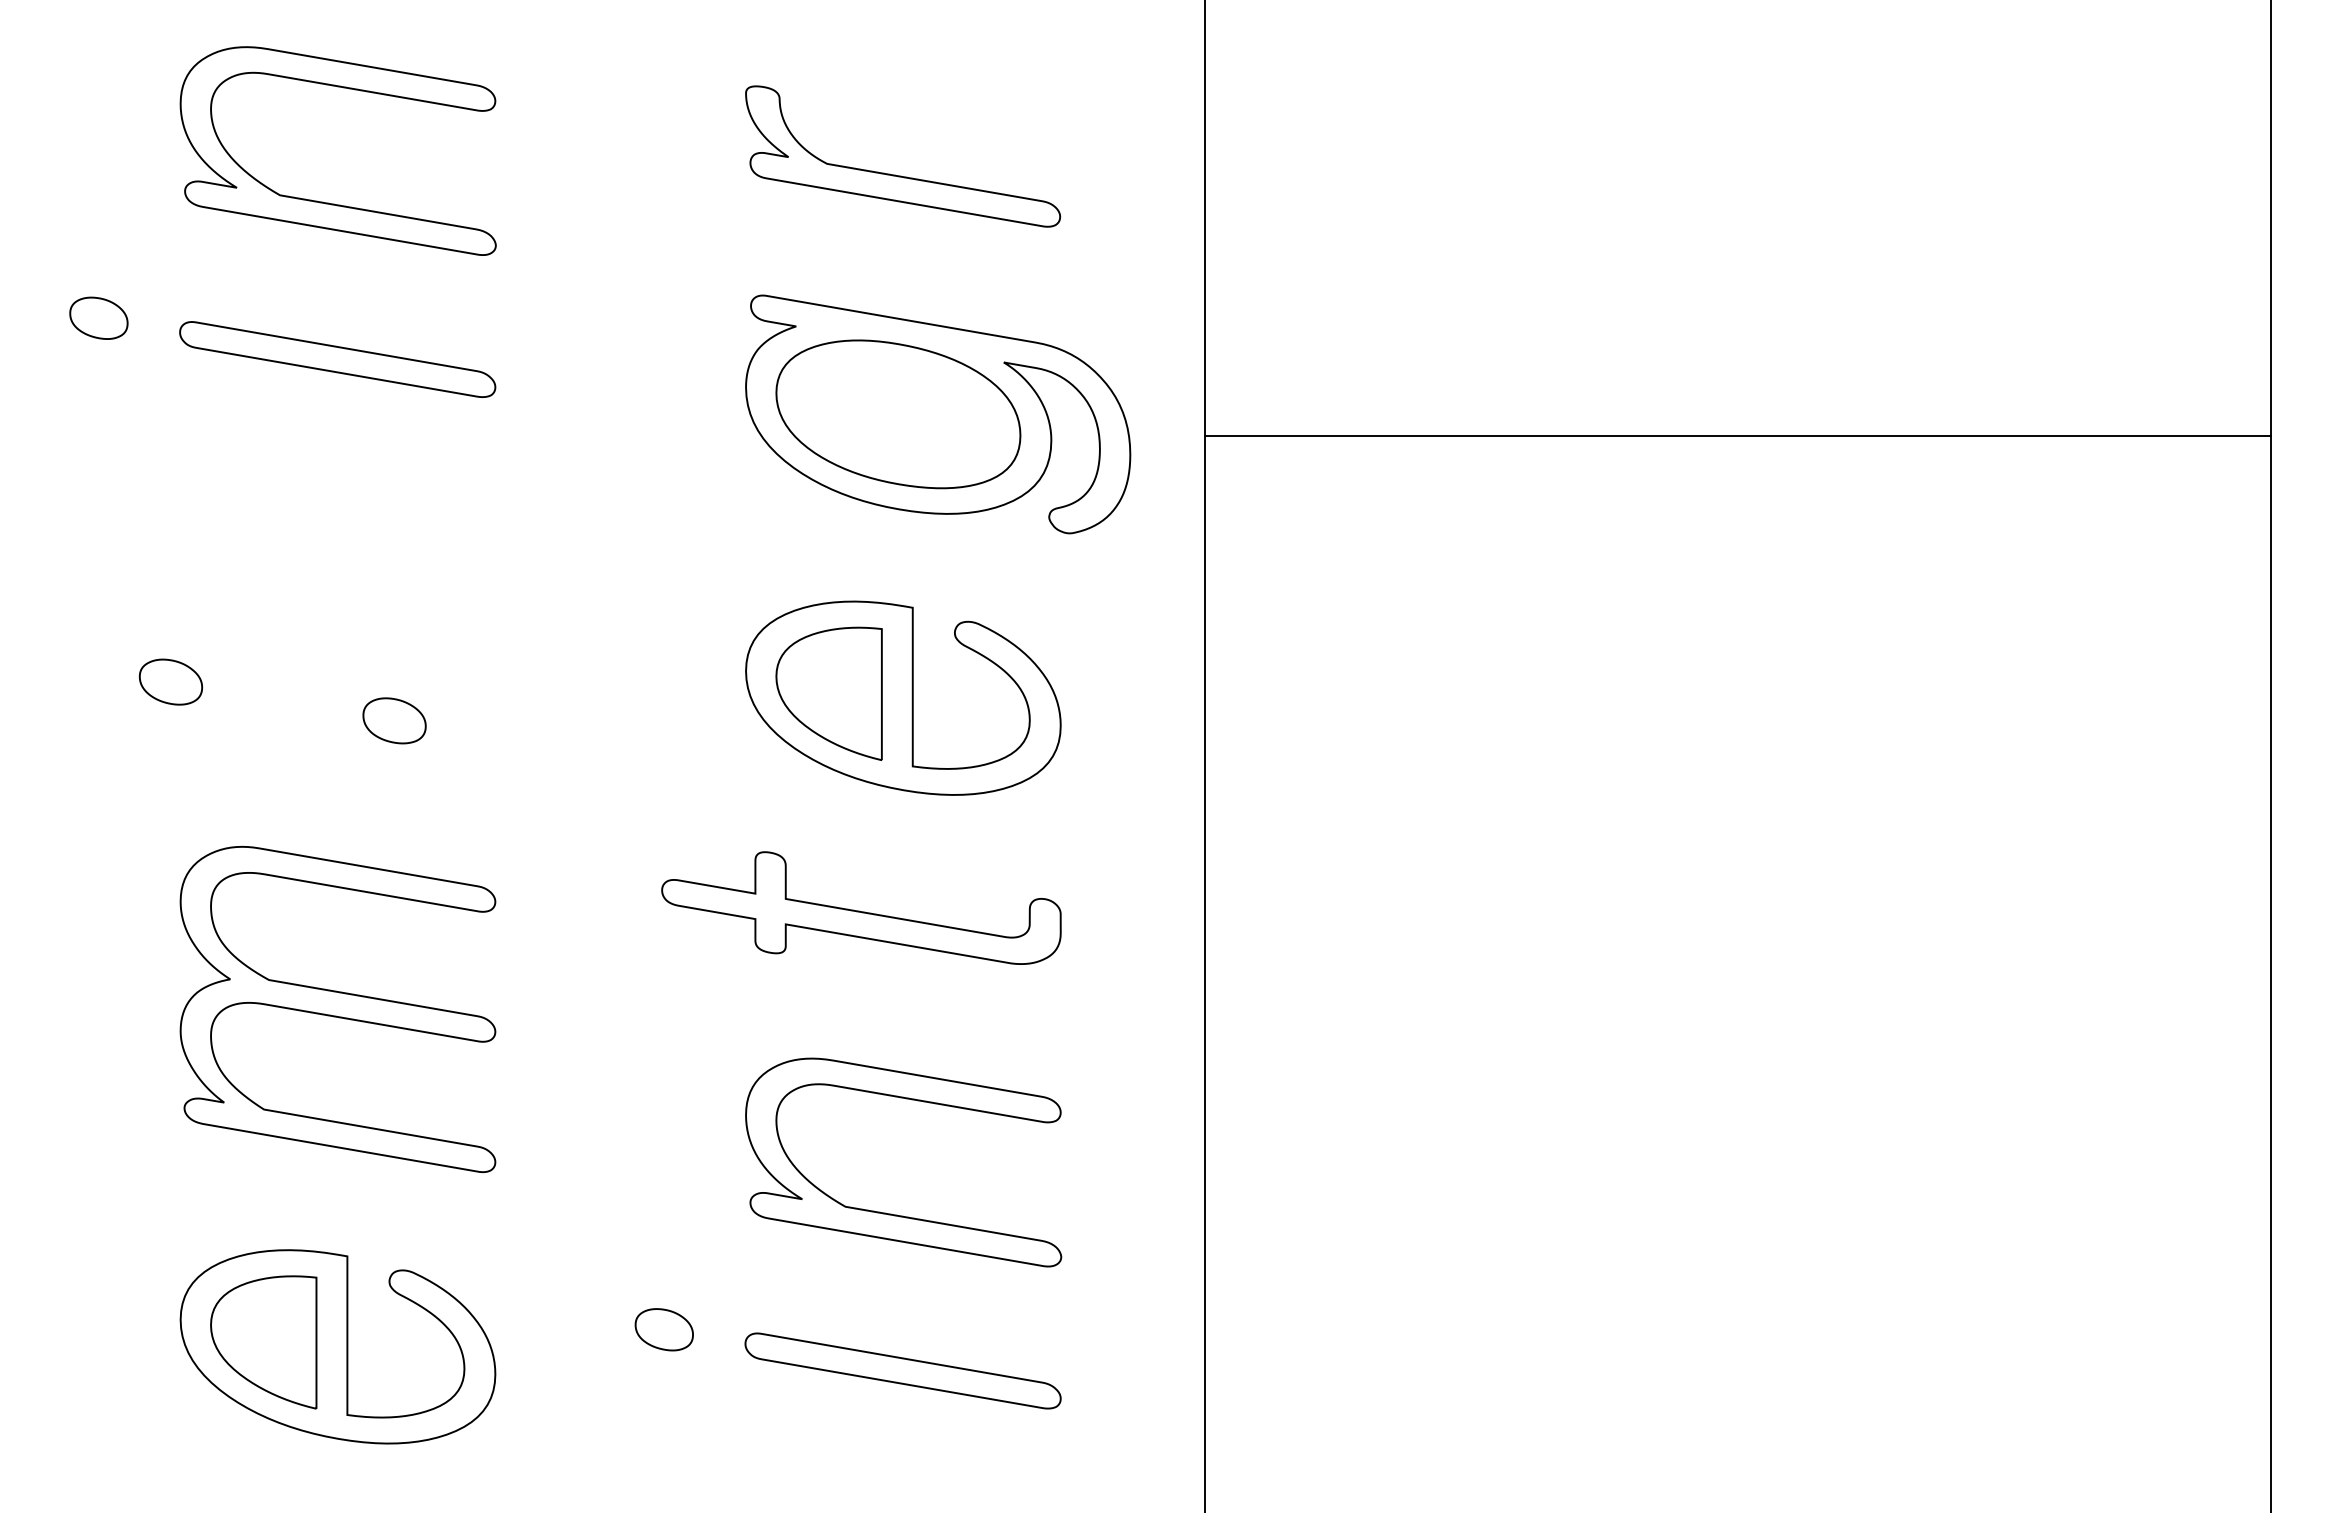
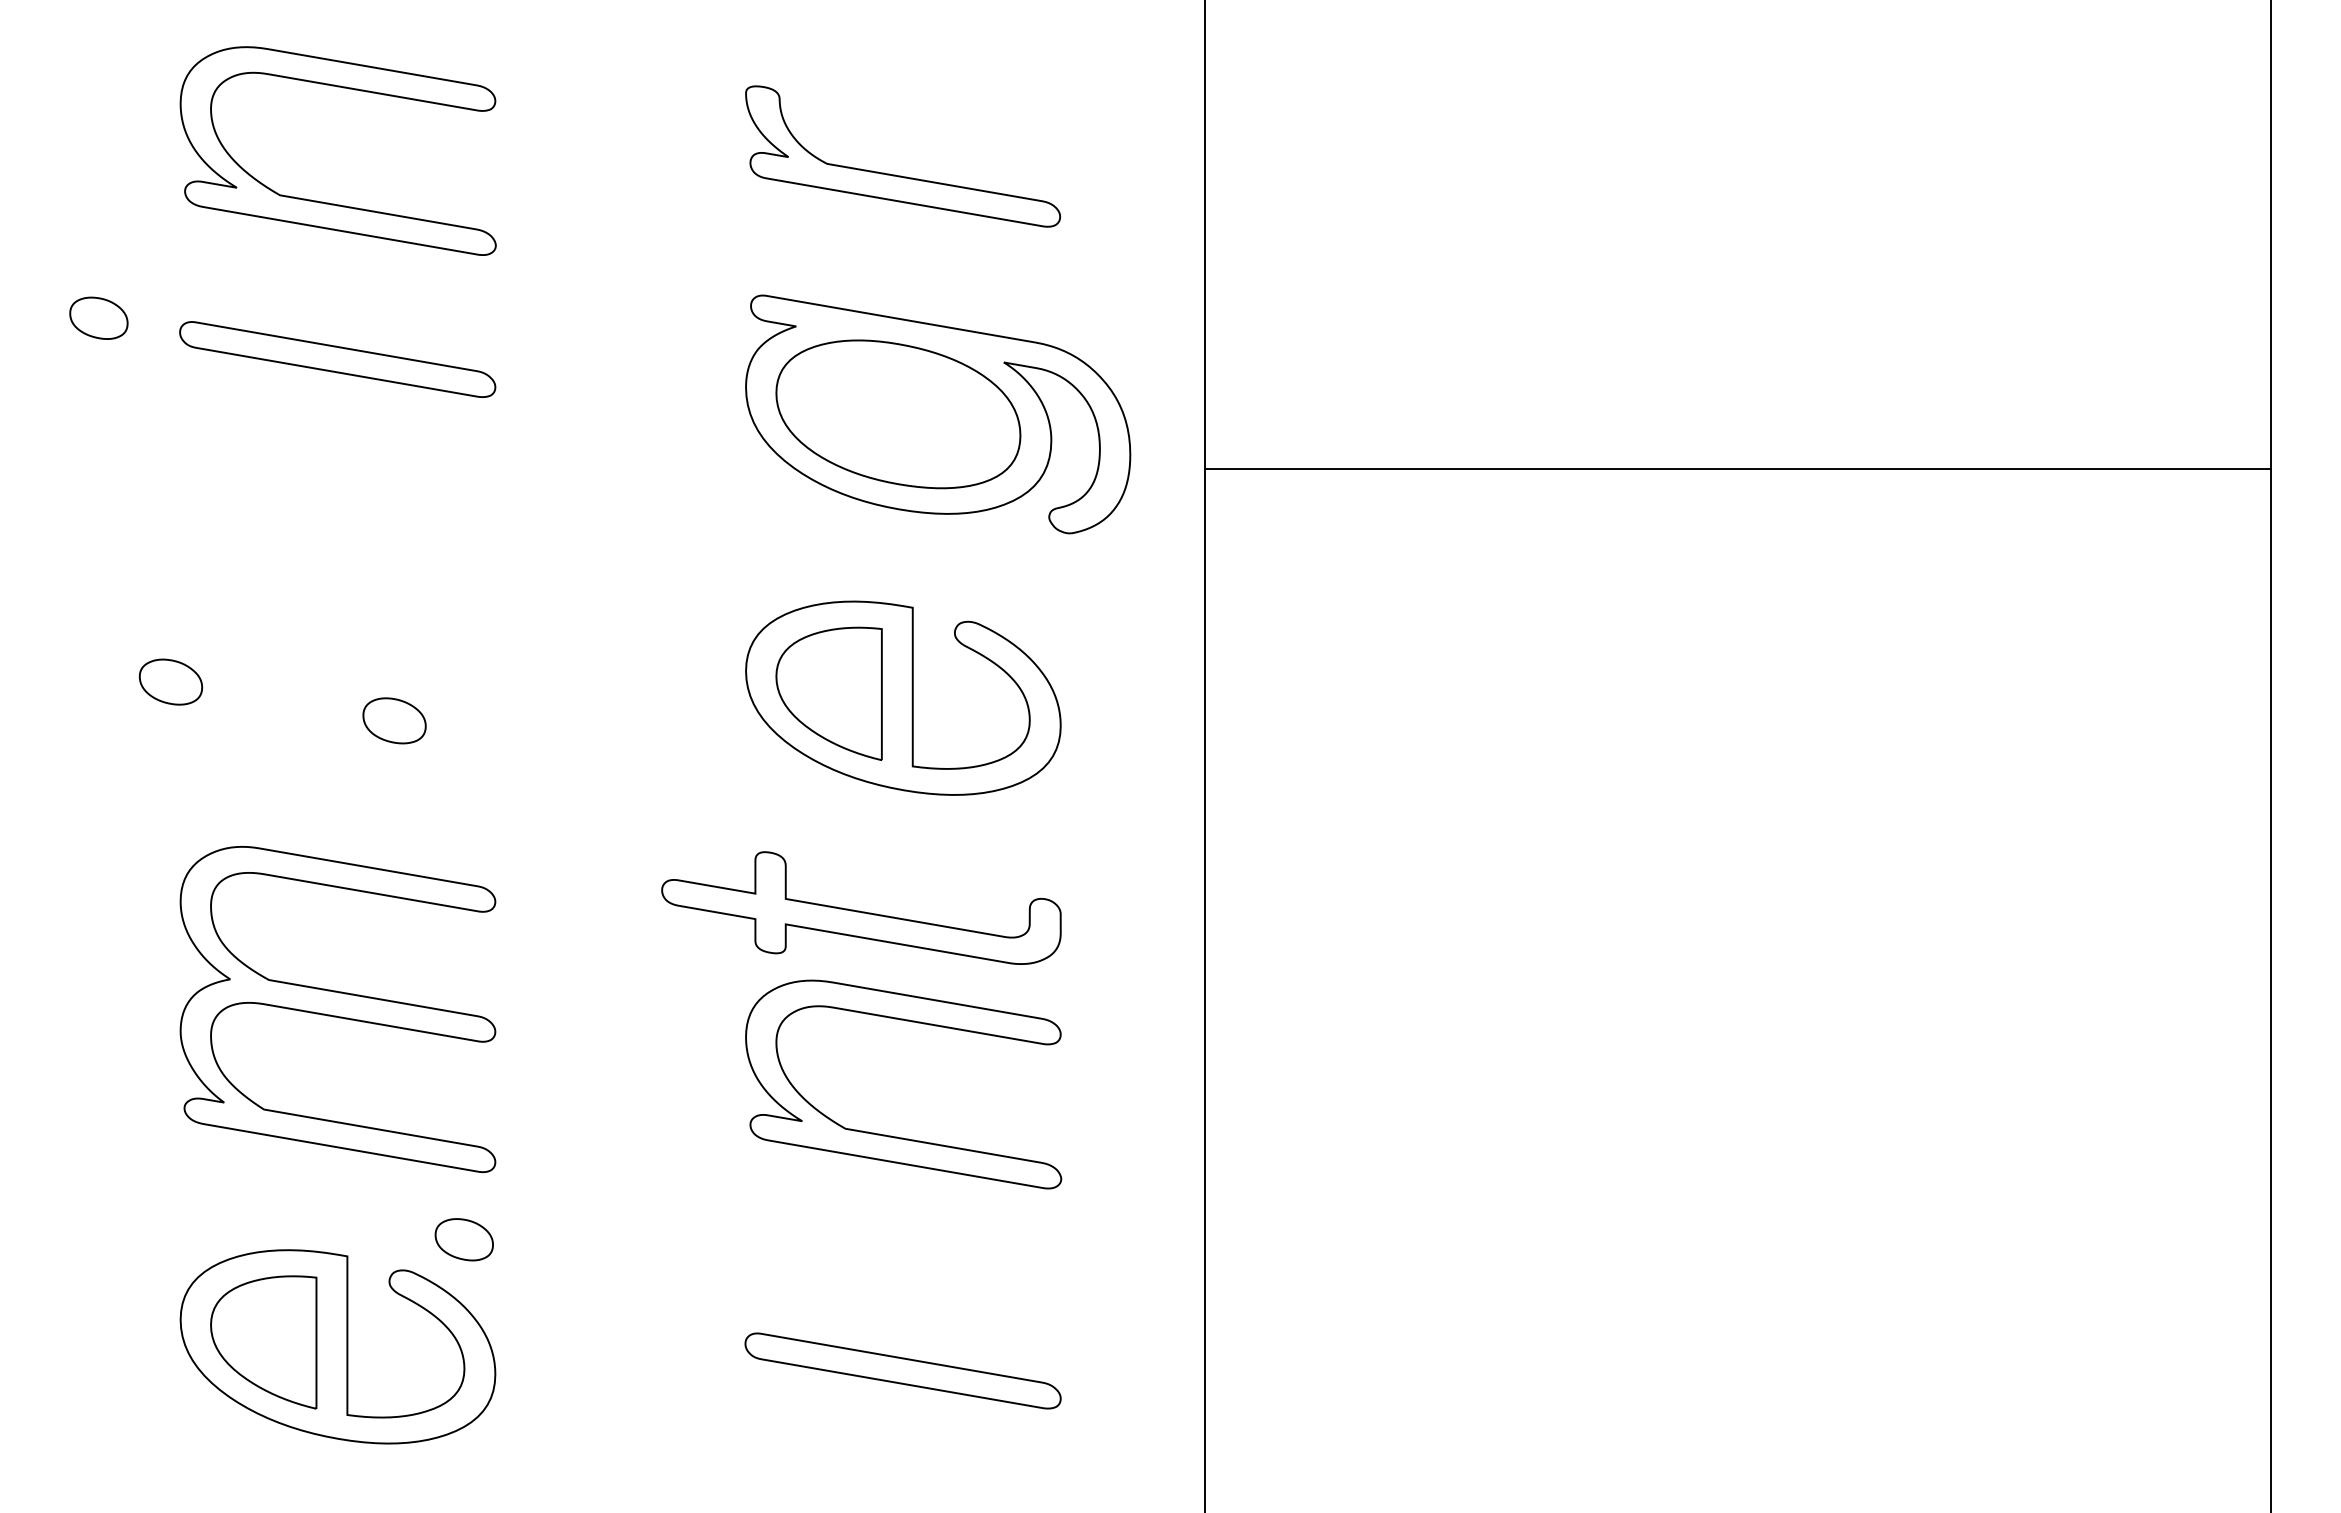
line at (1737, 436) position: (1737, 436) -> (1737, 469)
part at (897, 1214) position: (897, 1214) -> (897, 1136)
part at (663, 1329) position: (663, 1329) -> (463, 1239)
